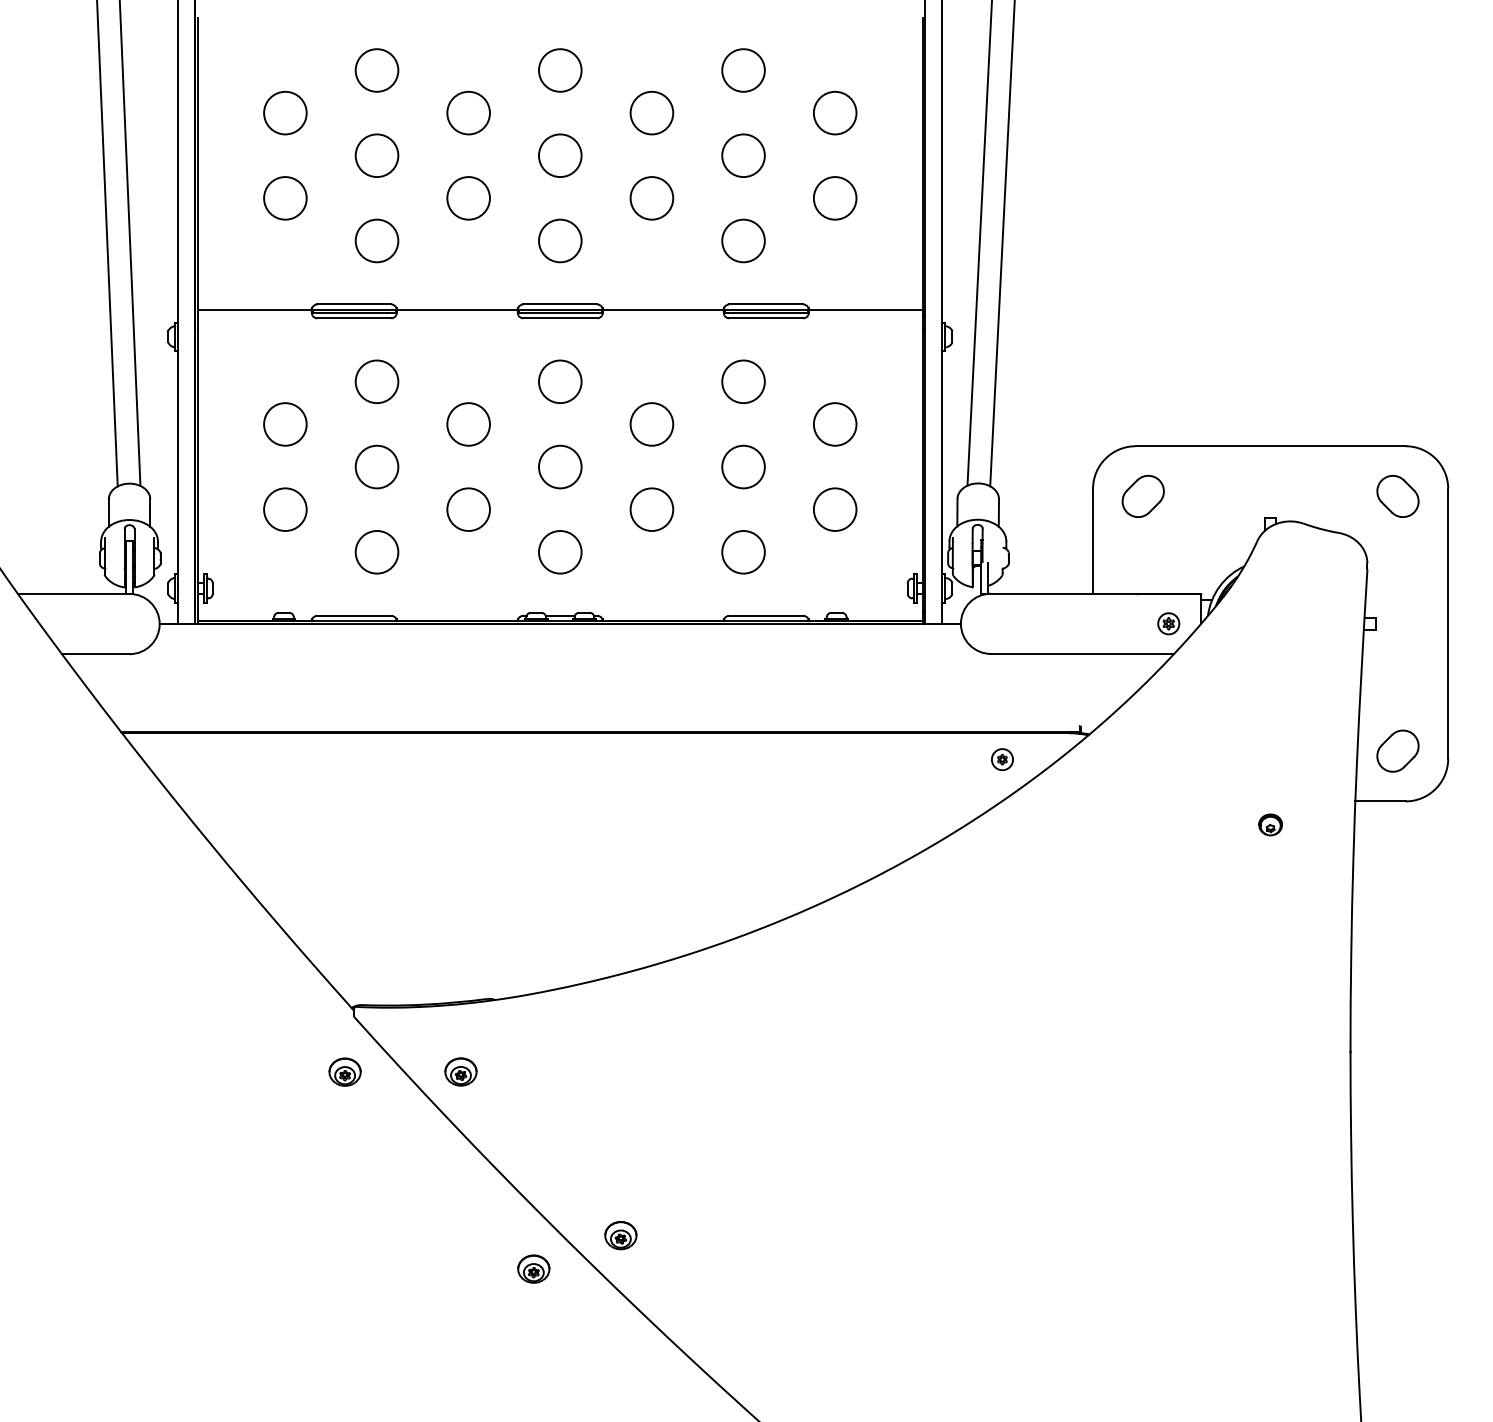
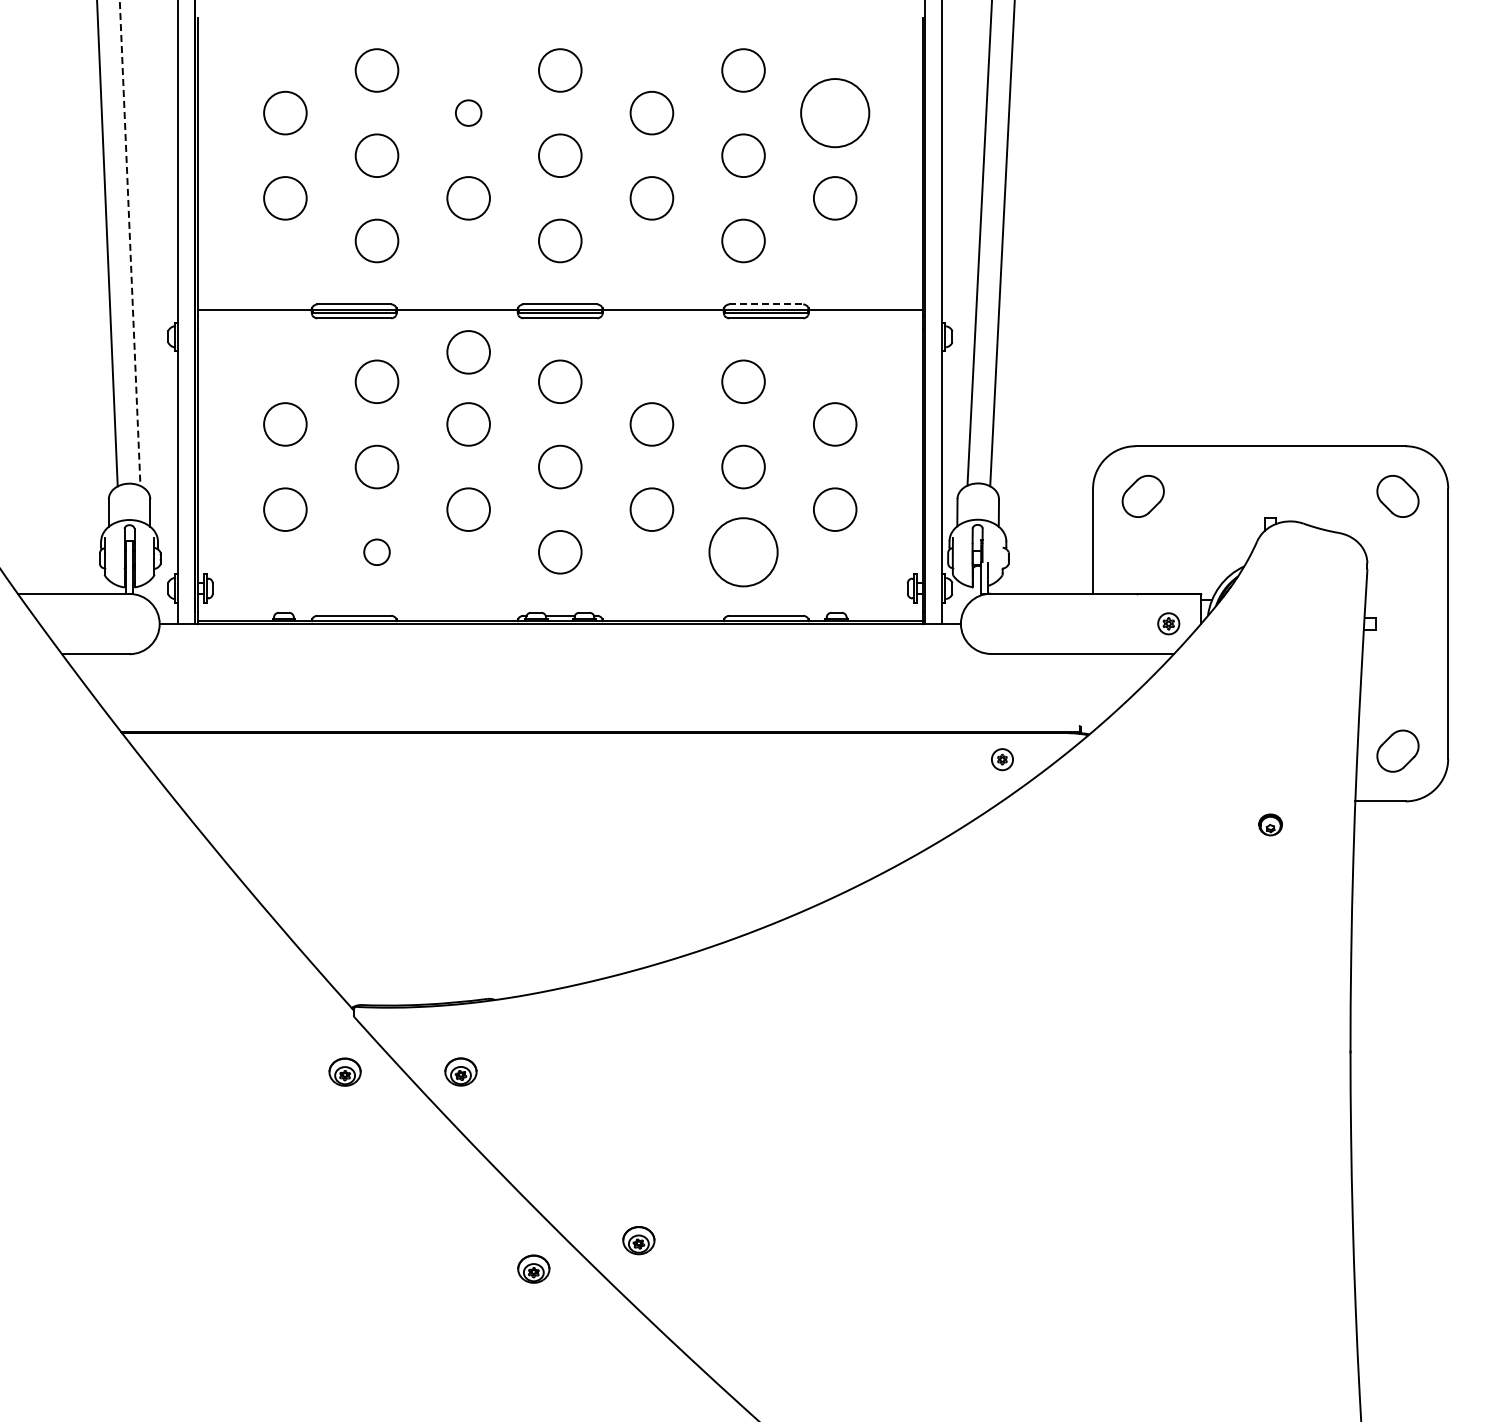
circle at (468, 112) diameter: 43 px -> 26 px
circle at (834, 112) diameter: 43 px -> 68 px
line at (130, 243): solid -> dashed
line at (766, 304): solid -> dashed
circle at (468, 352): none -> present
circle at (376, 552) diameter: 43 px -> 26 px
circle at (743, 552) diameter: 43 px -> 68 px
part at (620, 1235) position: (620, 1235) -> (638, 1240)
